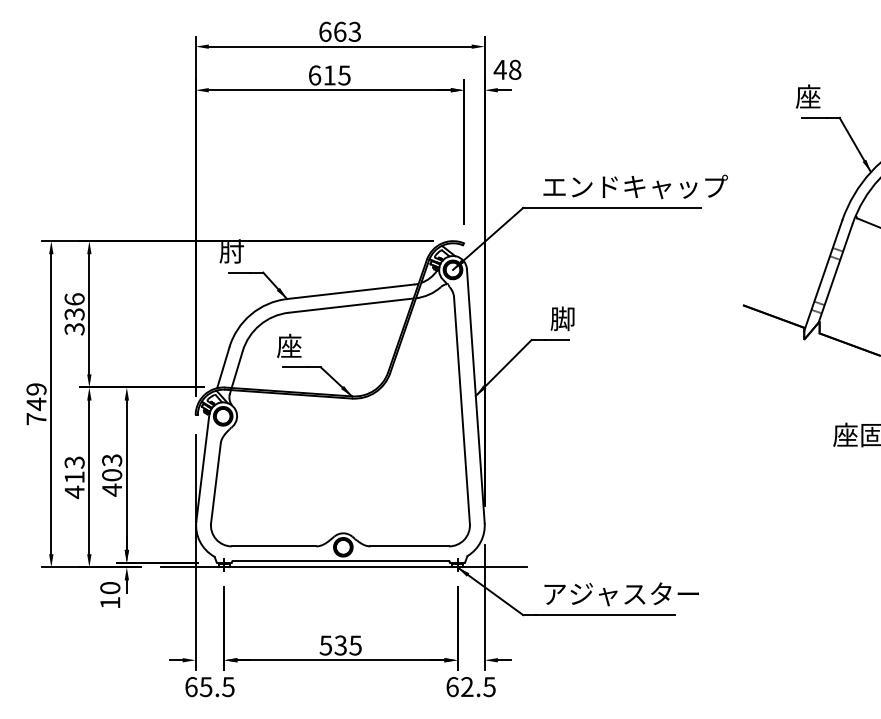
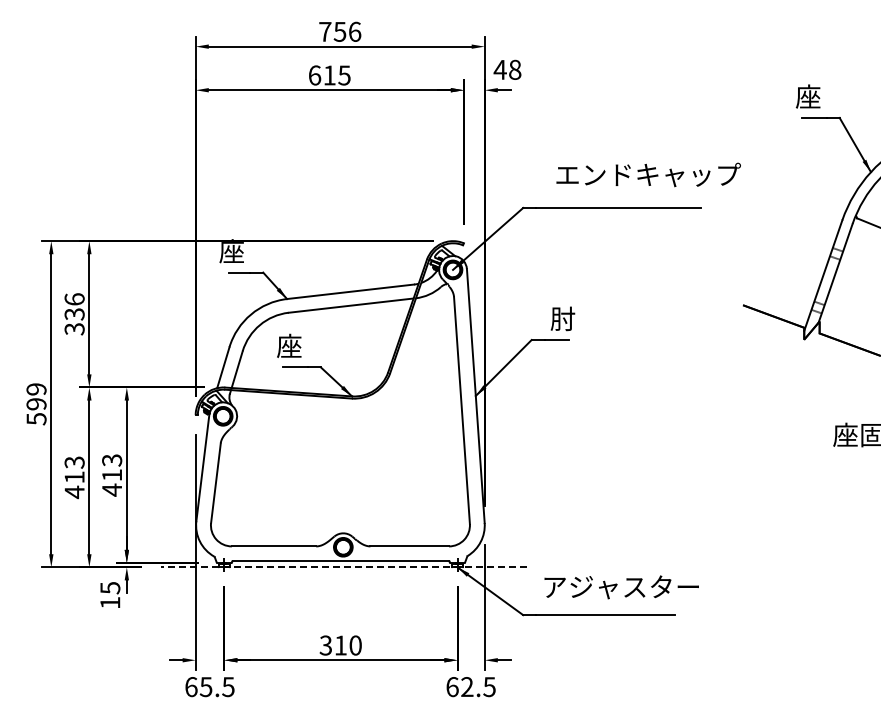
text at (340, 31): 663 -> 756
text at (635, 186) position: (635, 186) -> (648, 174)
text at (231, 251): 肘 -> 座
text at (563, 318): 脚 -> 肘
text at (36, 411): 749 -> 599
text at (112, 475): 403 -> 413
line at (343, 567): solid -> dashed
text at (110, 588): 10 -> 15
text at (621, 594) position: (621, 594) -> (621, 587)
text at (340, 645): 535 -> 310
